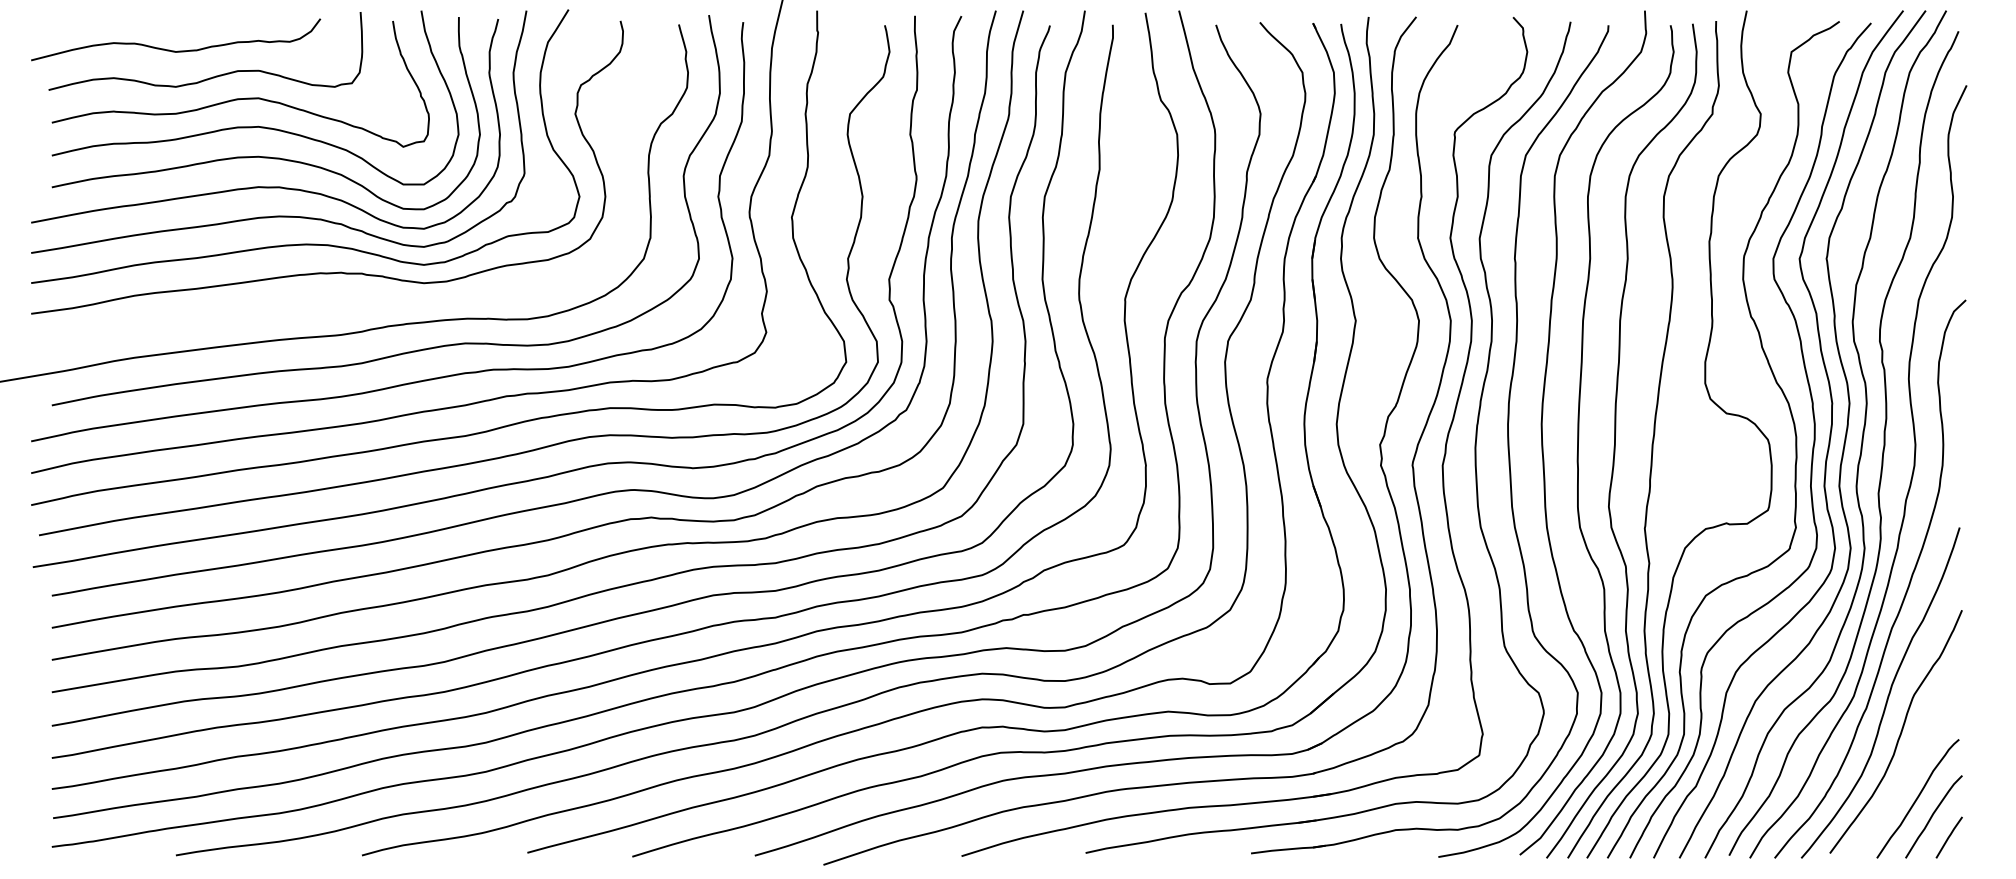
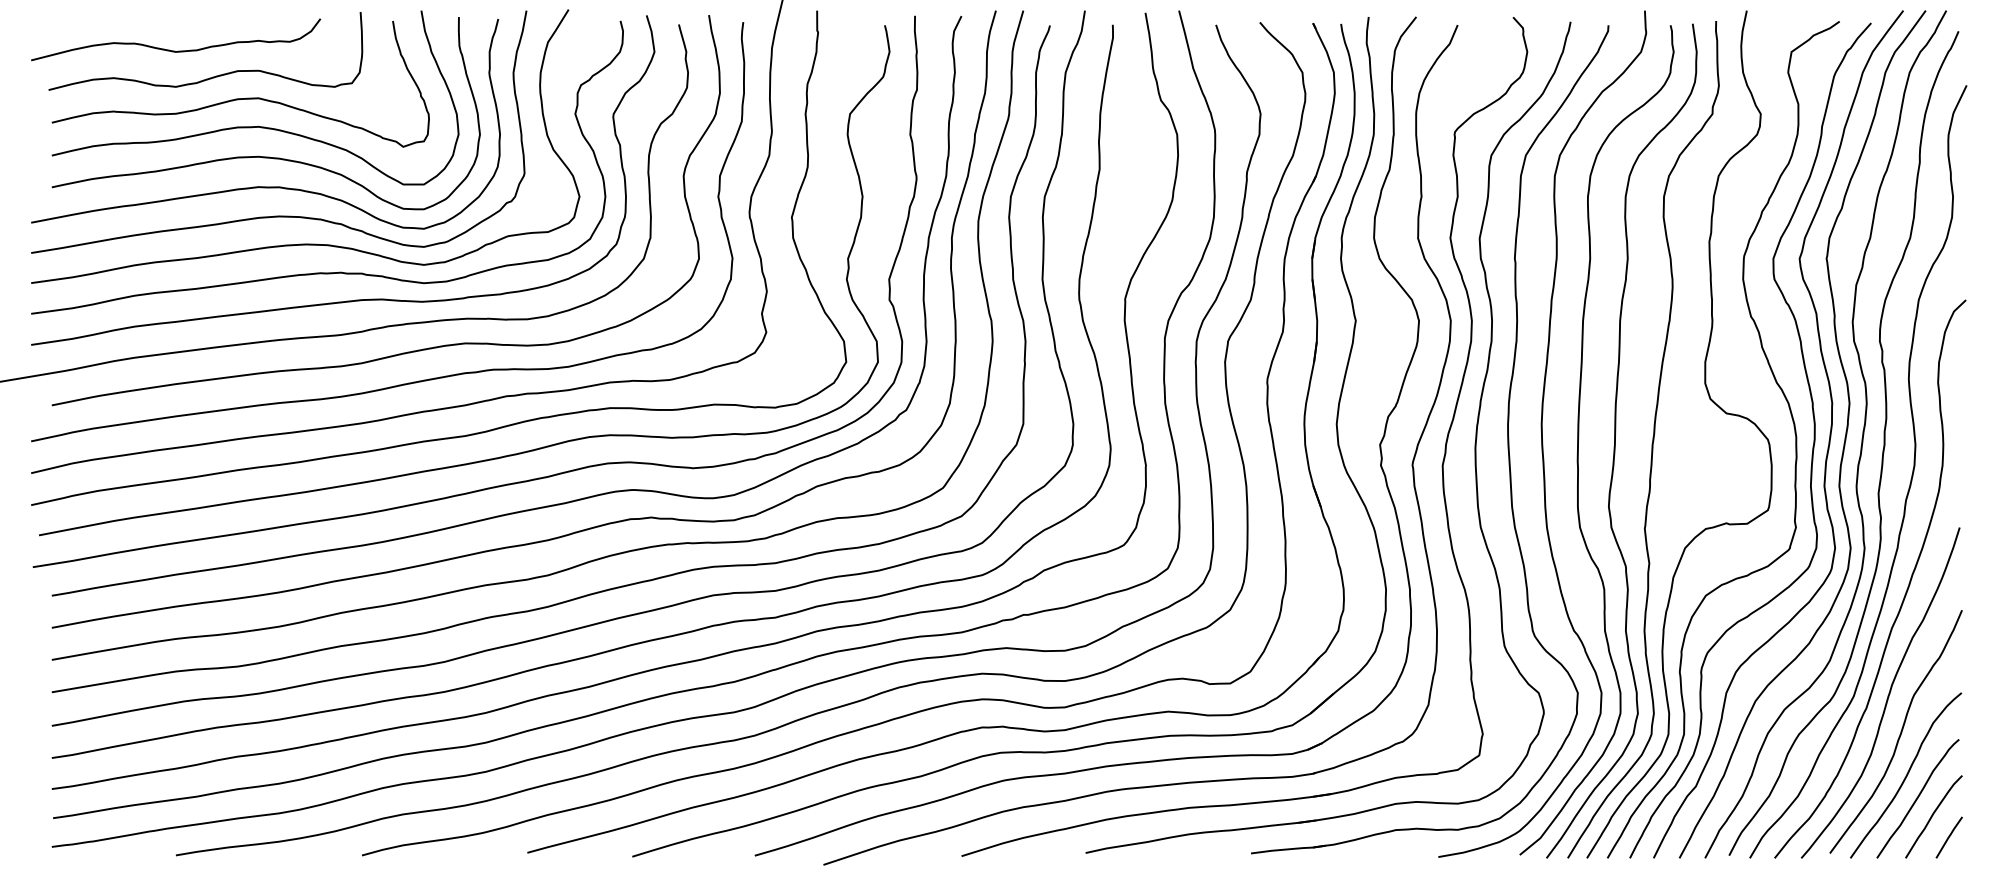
curve at (355, 299): none -> present
curve at (1906, 775): none -> present
